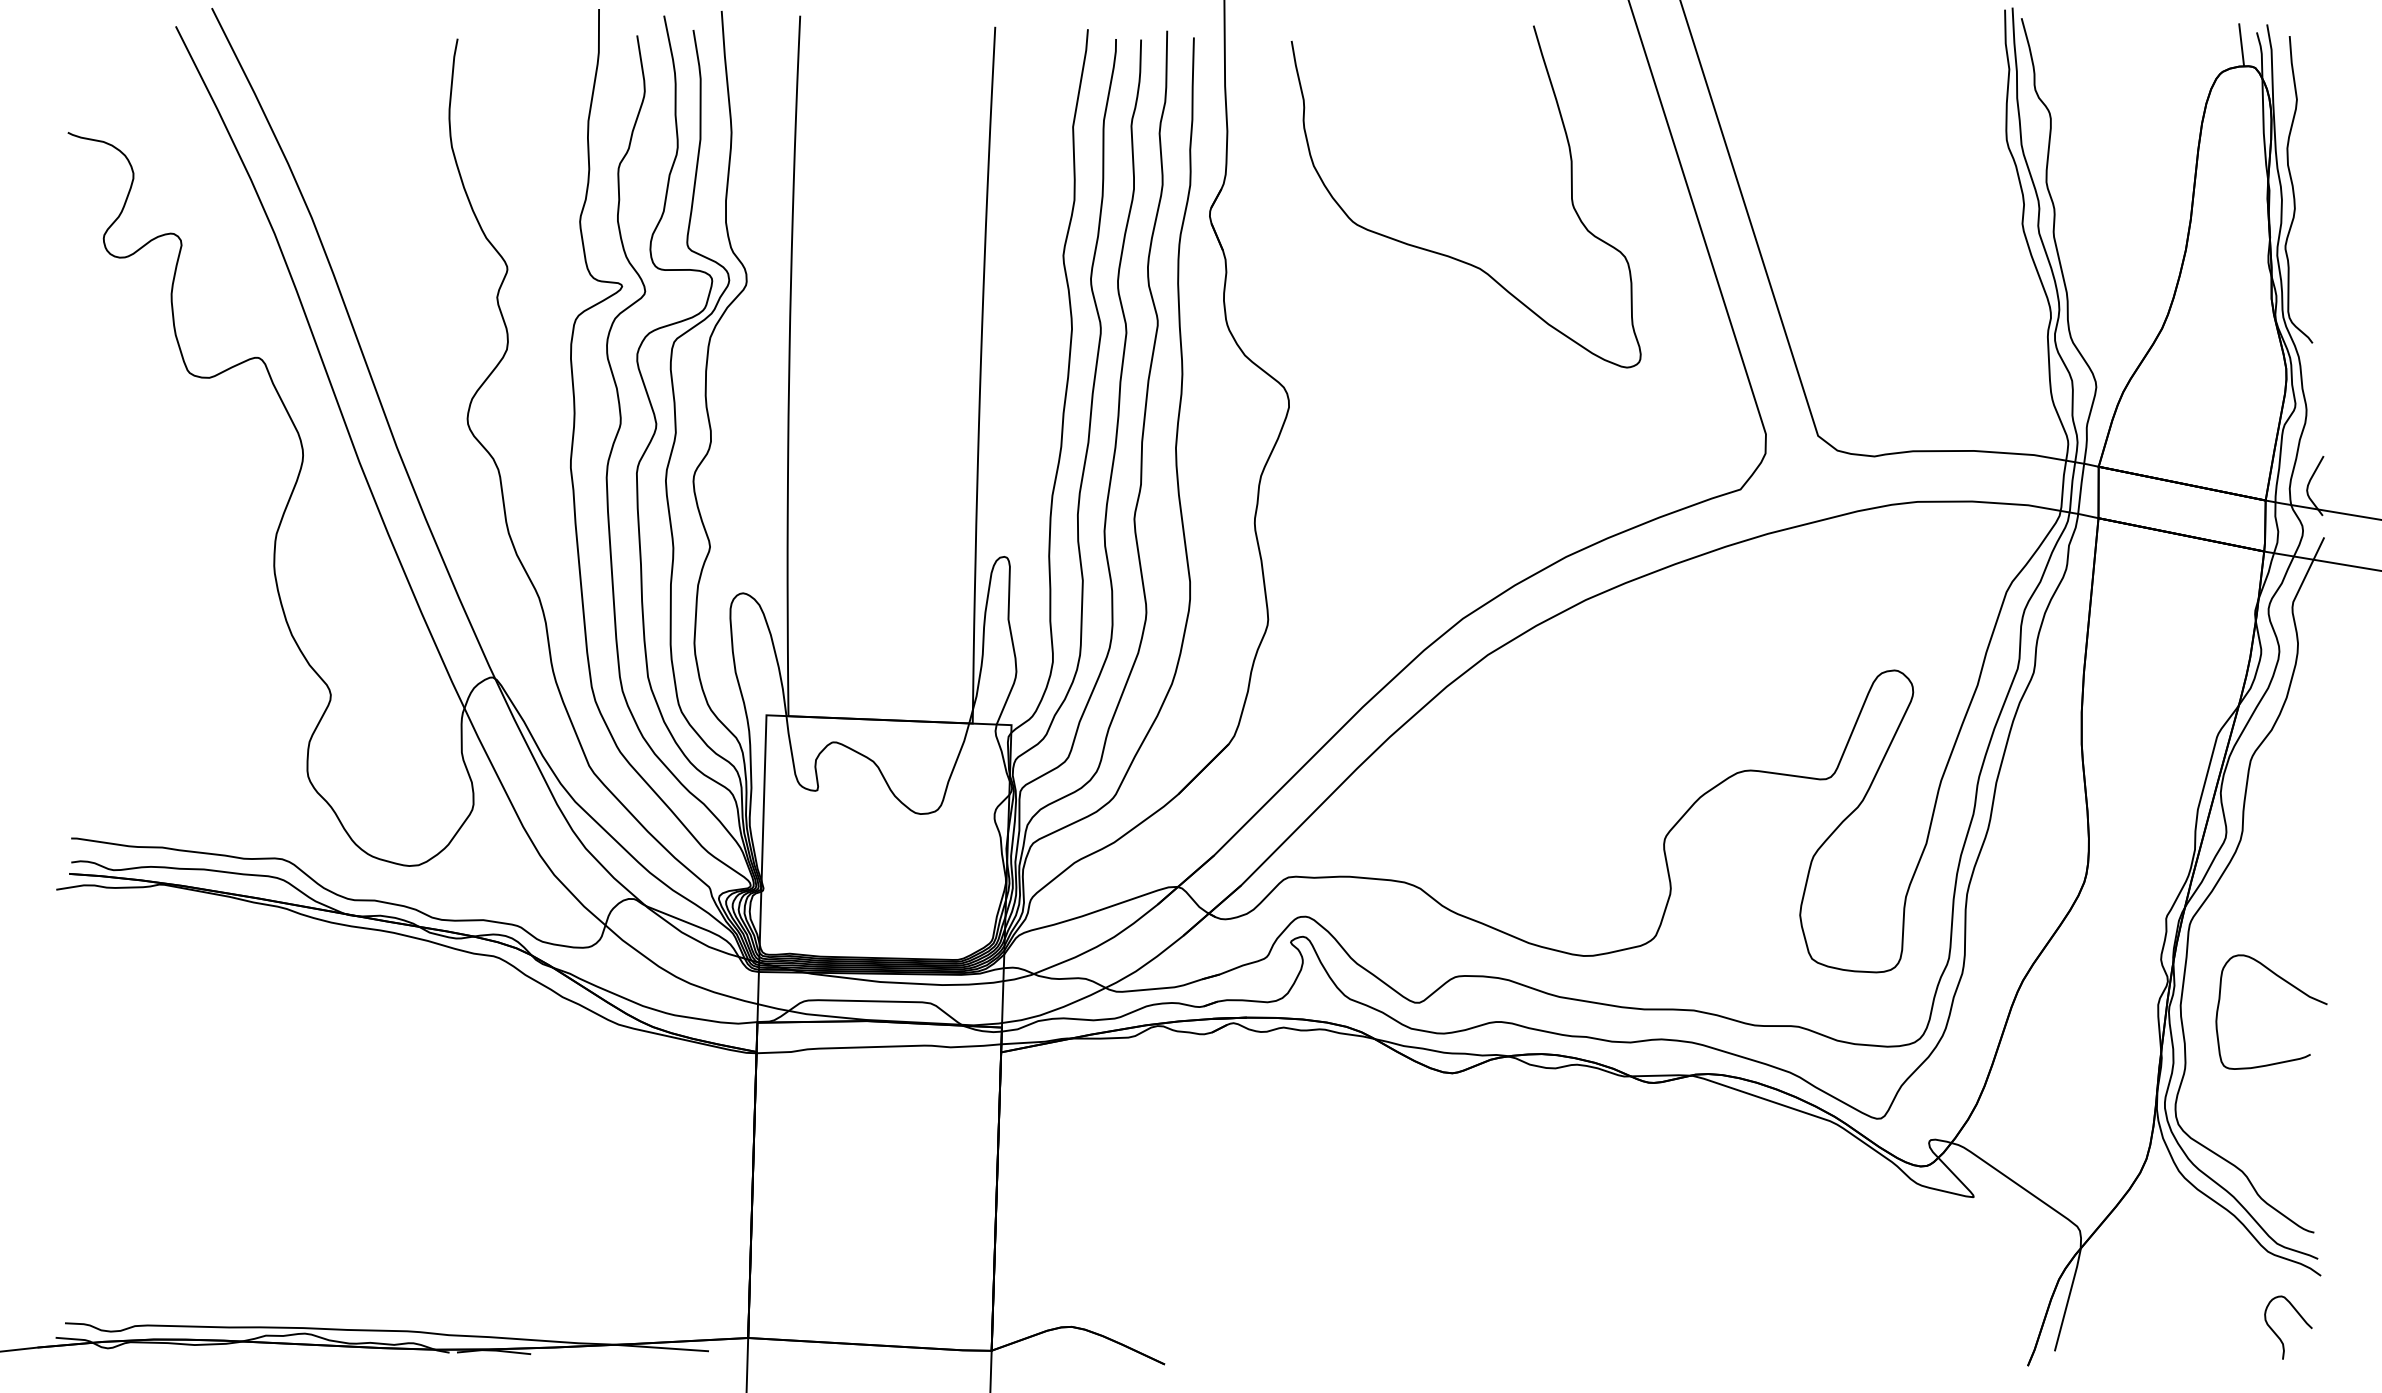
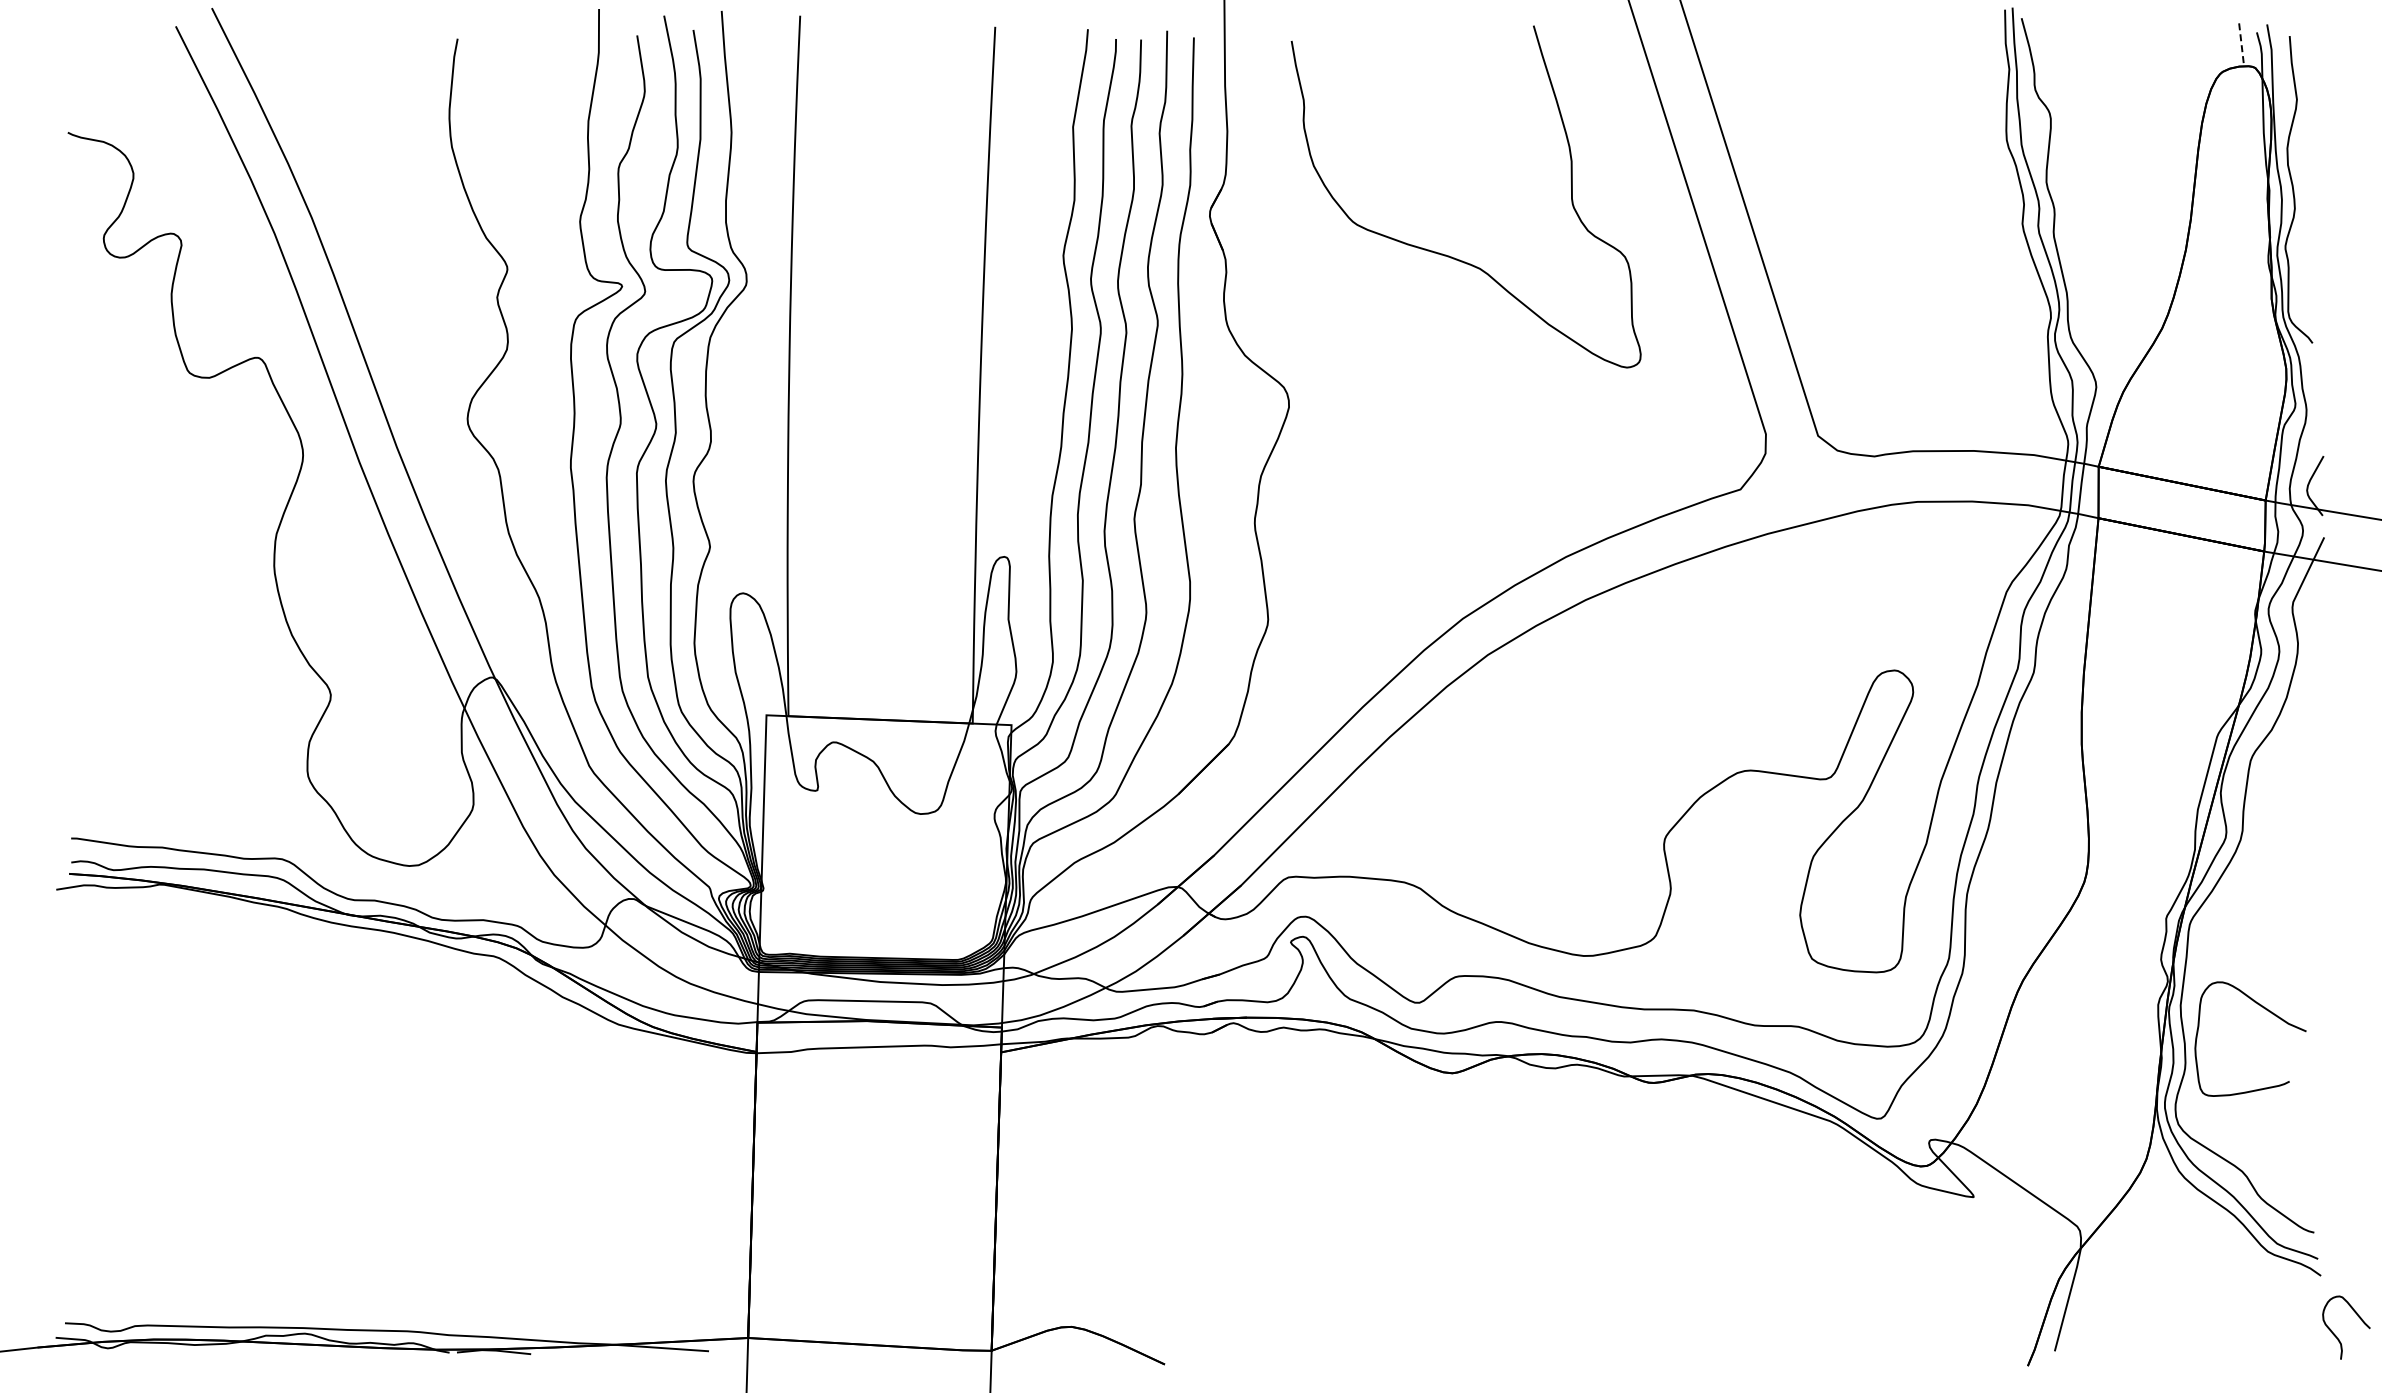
line at (2241, 44): solid -> dashed
curve at (2290, 985) position: (2290, 985) -> (2269, 1012)
curve at (2279, 1336) position: (2279, 1336) -> (2337, 1336)
